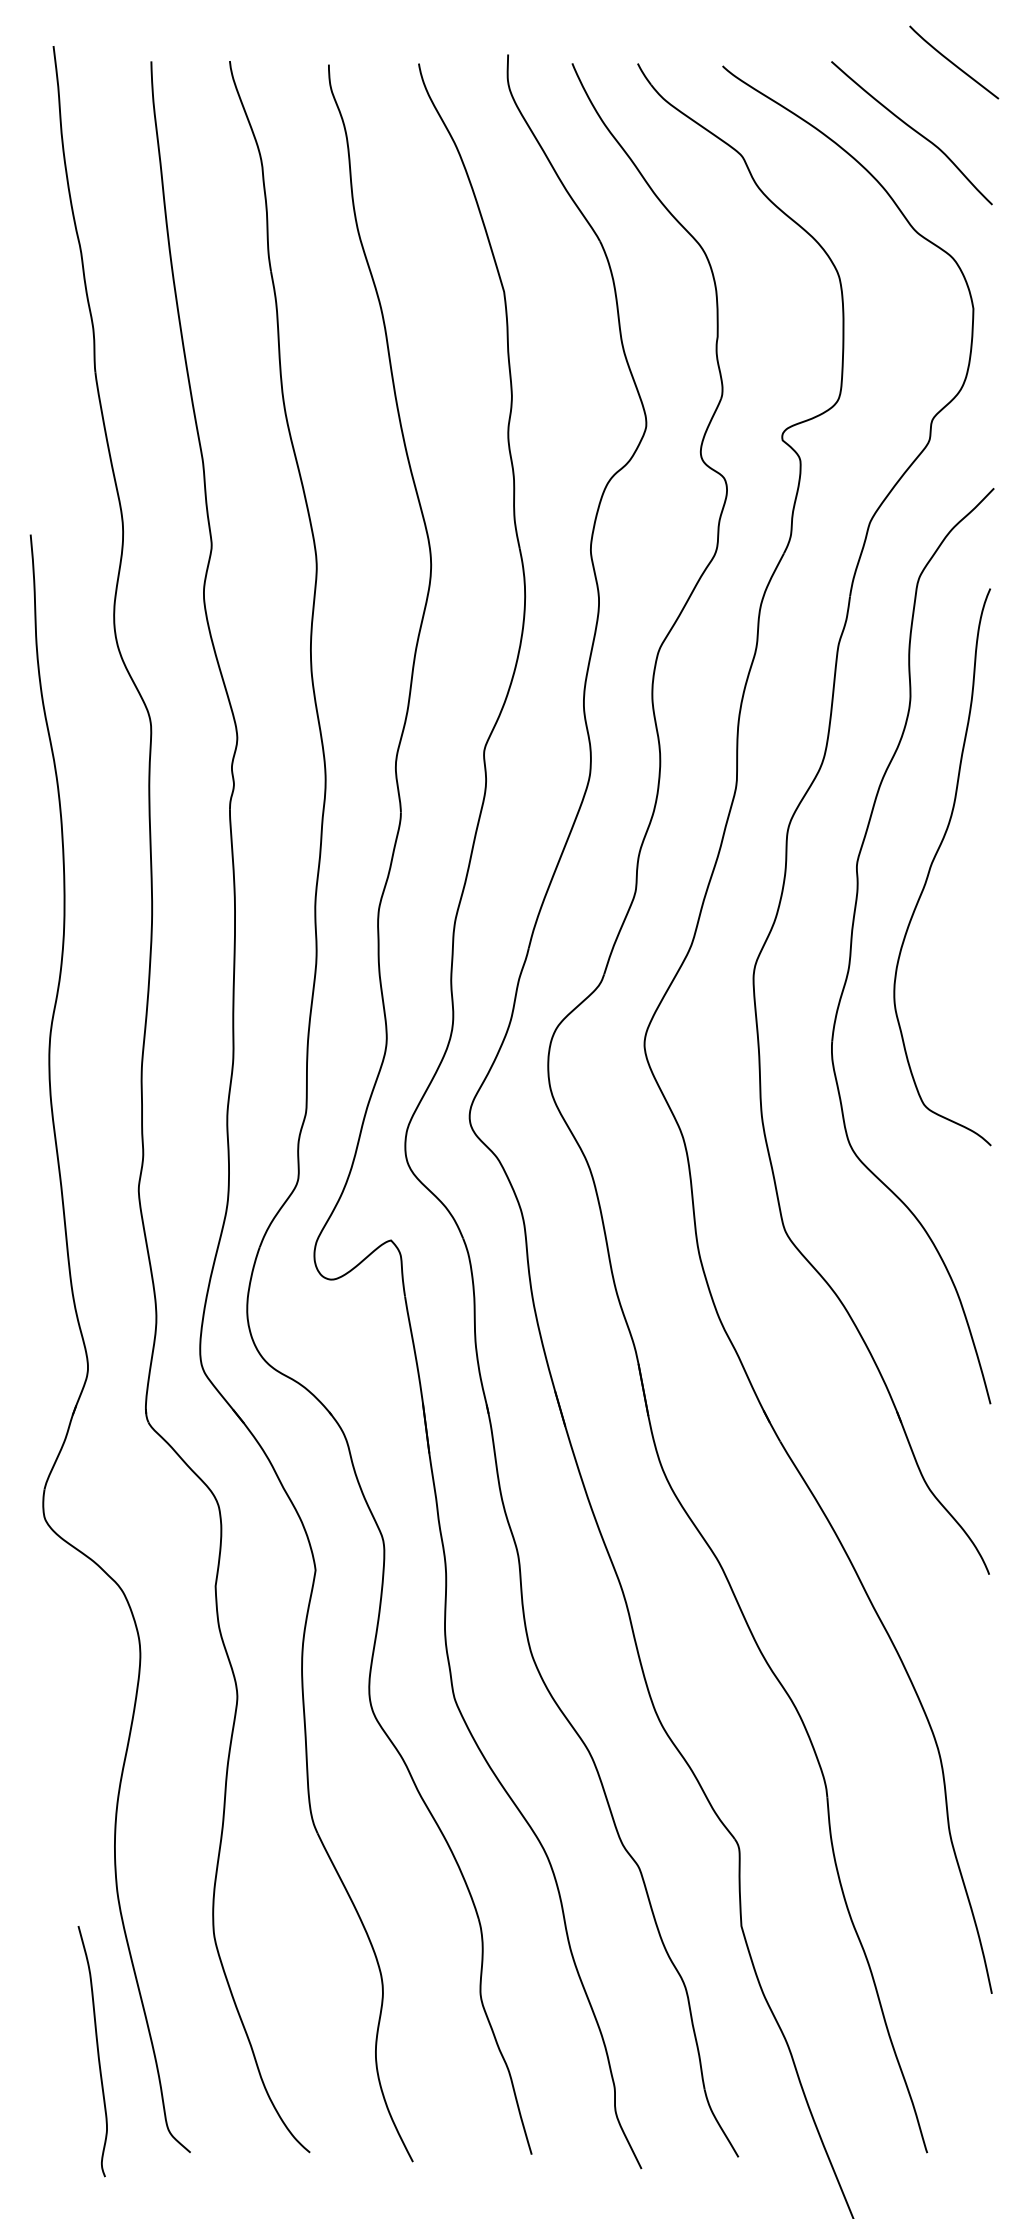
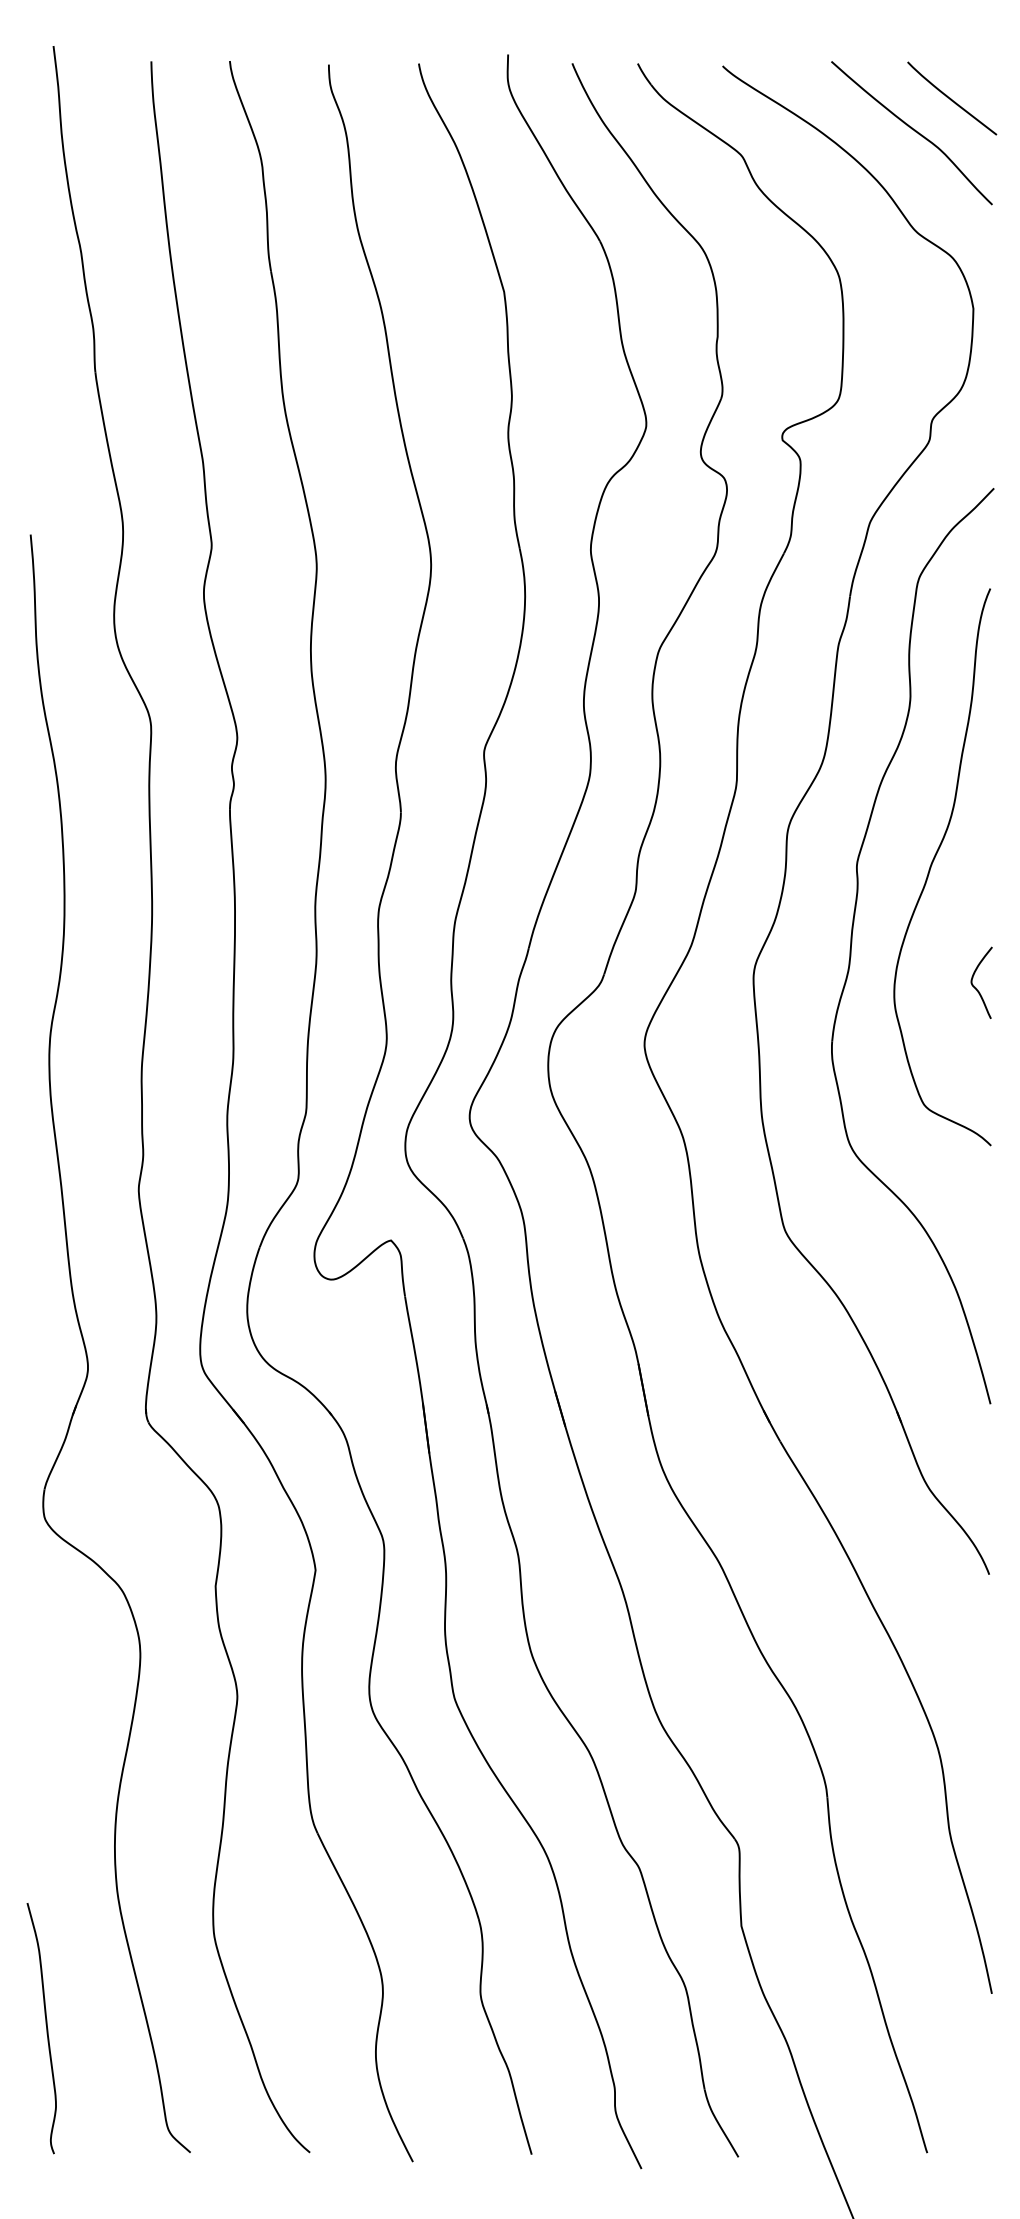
curve at (953, 62) position: (953, 62) -> (951, 98)
curve at (976, 987): none -> present
curve at (97, 2051) position: (97, 2051) -> (46, 2028)
